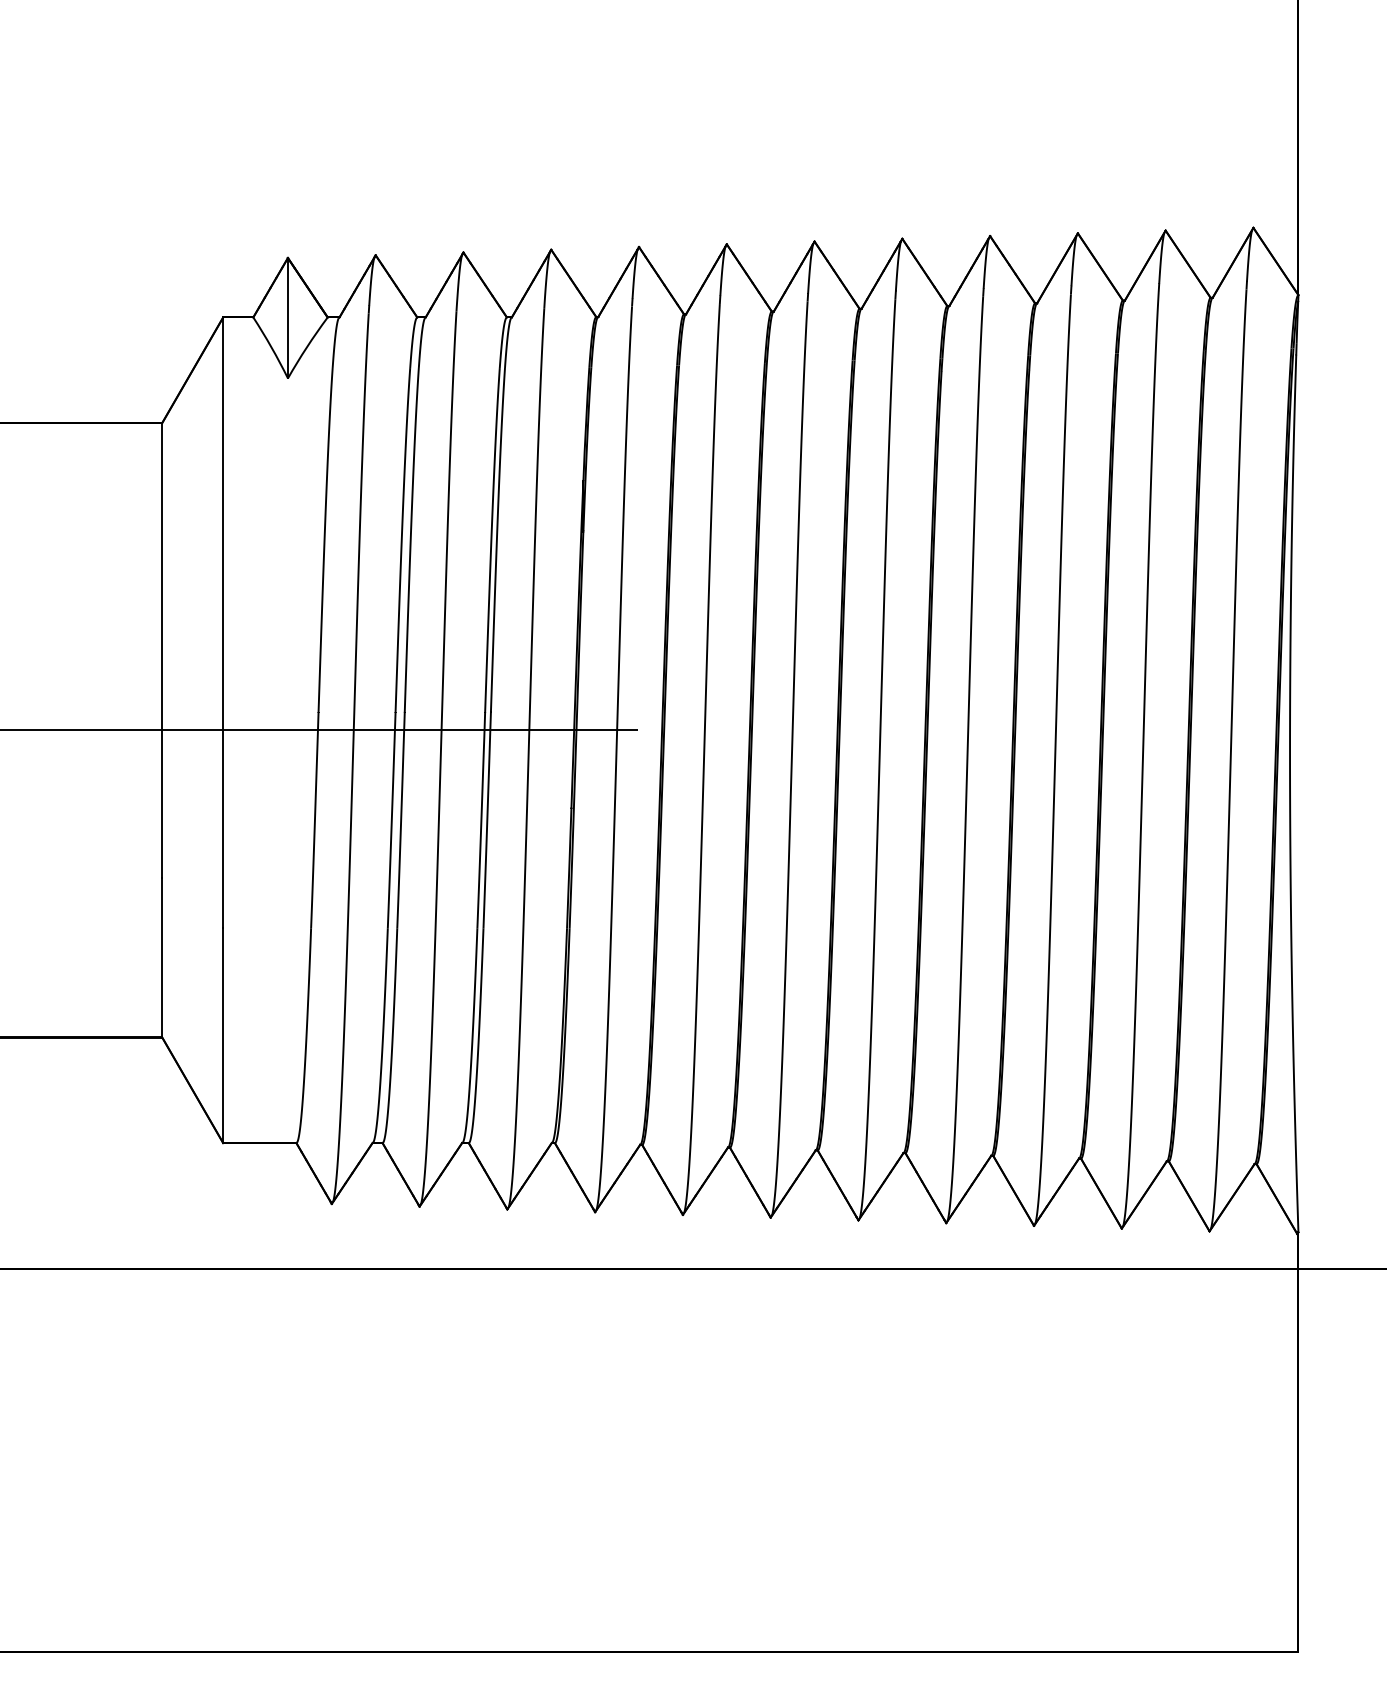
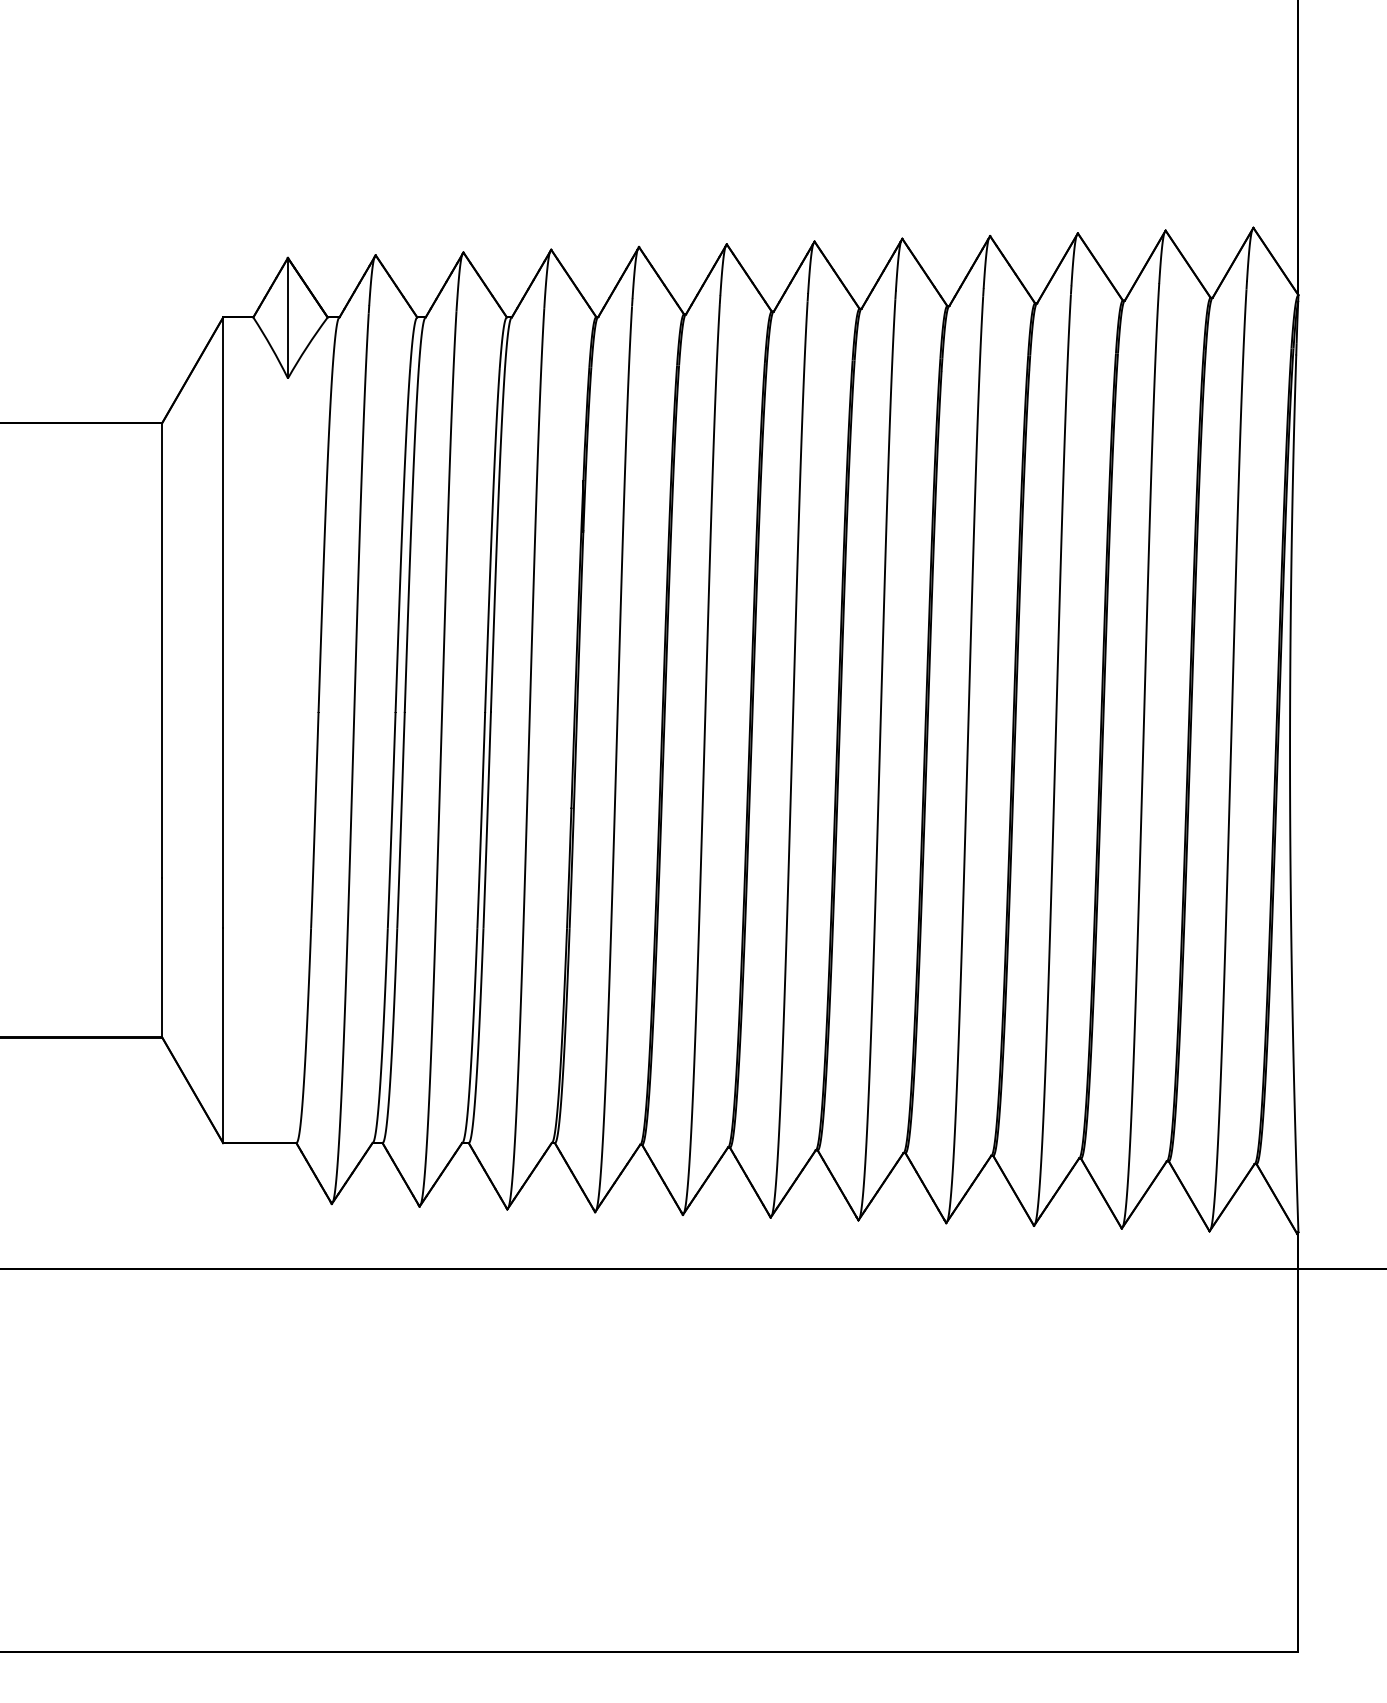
line at (319, 730): present -> none
